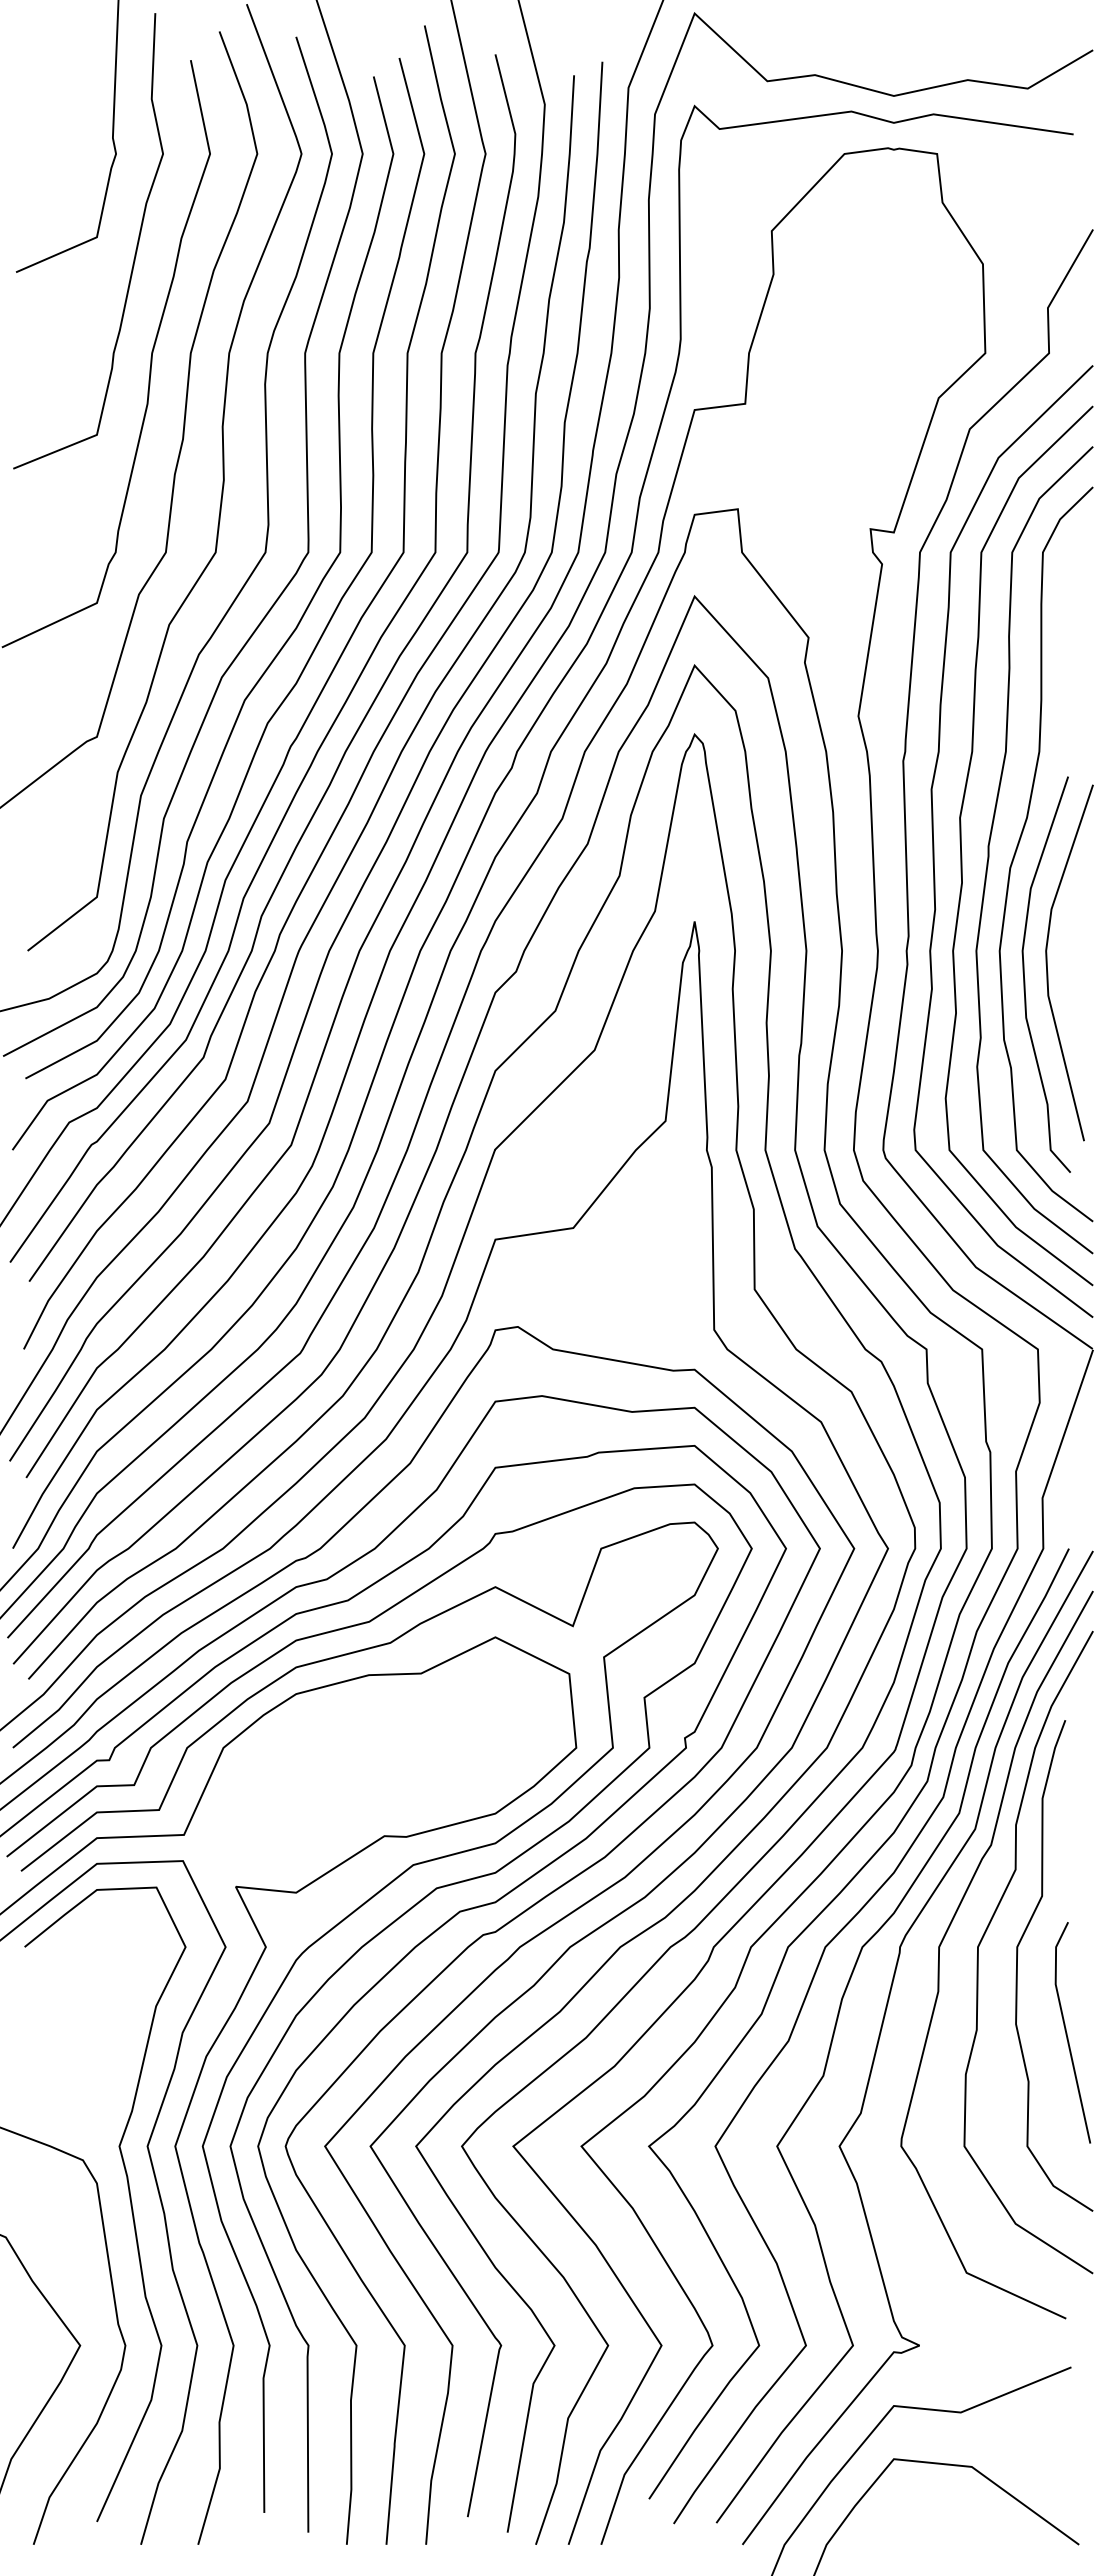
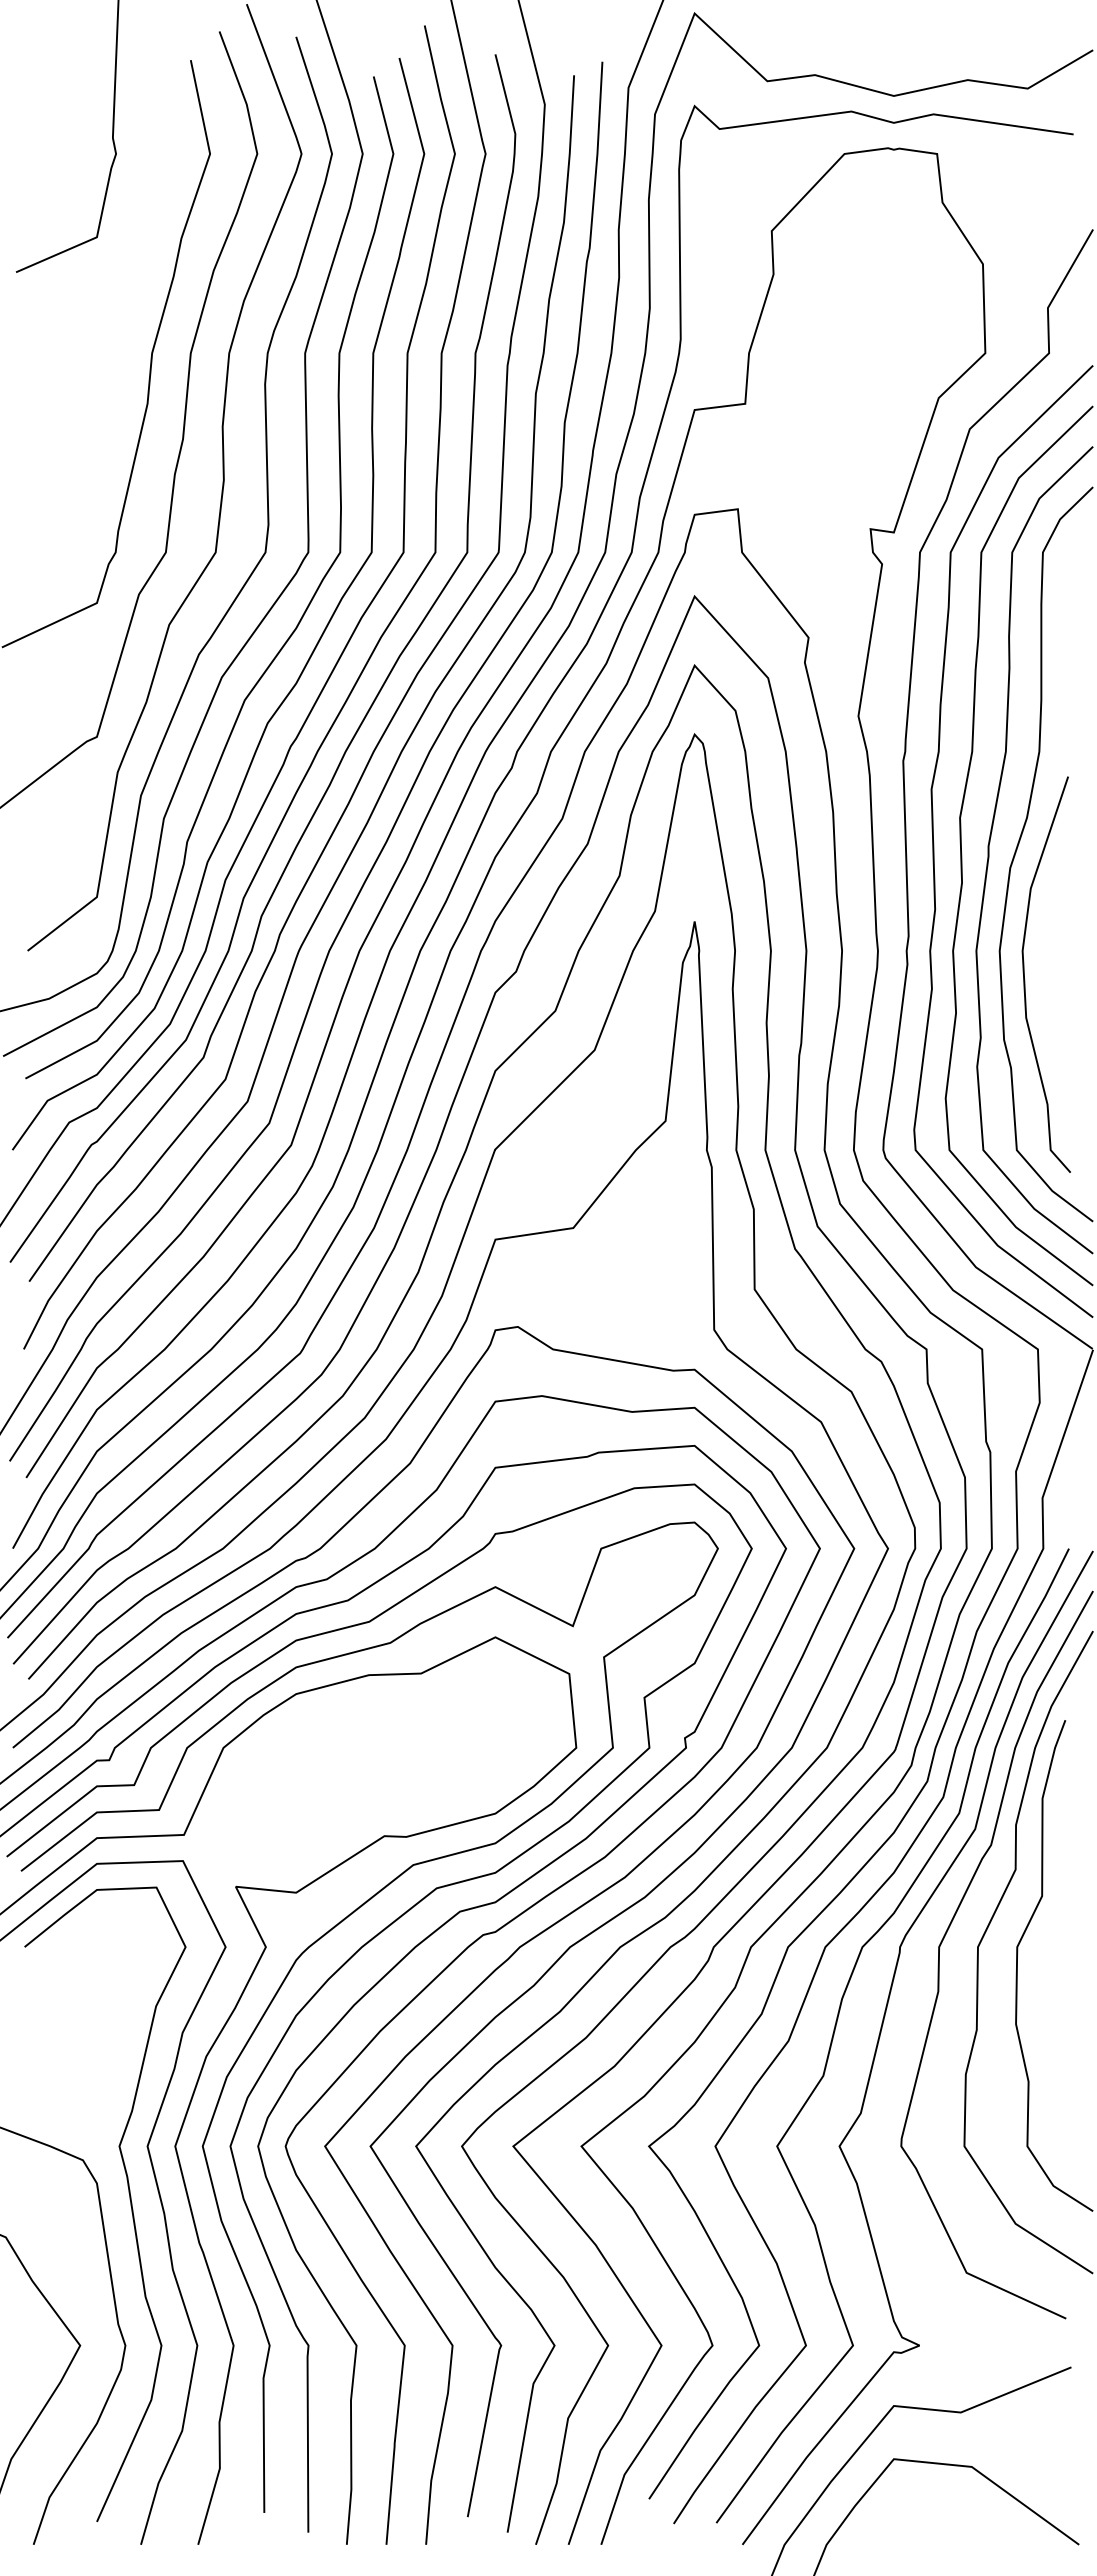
curve at (135, 249): present -> none
line at (1047, 962): present -> none
line at (1067, 2032): present -> none
